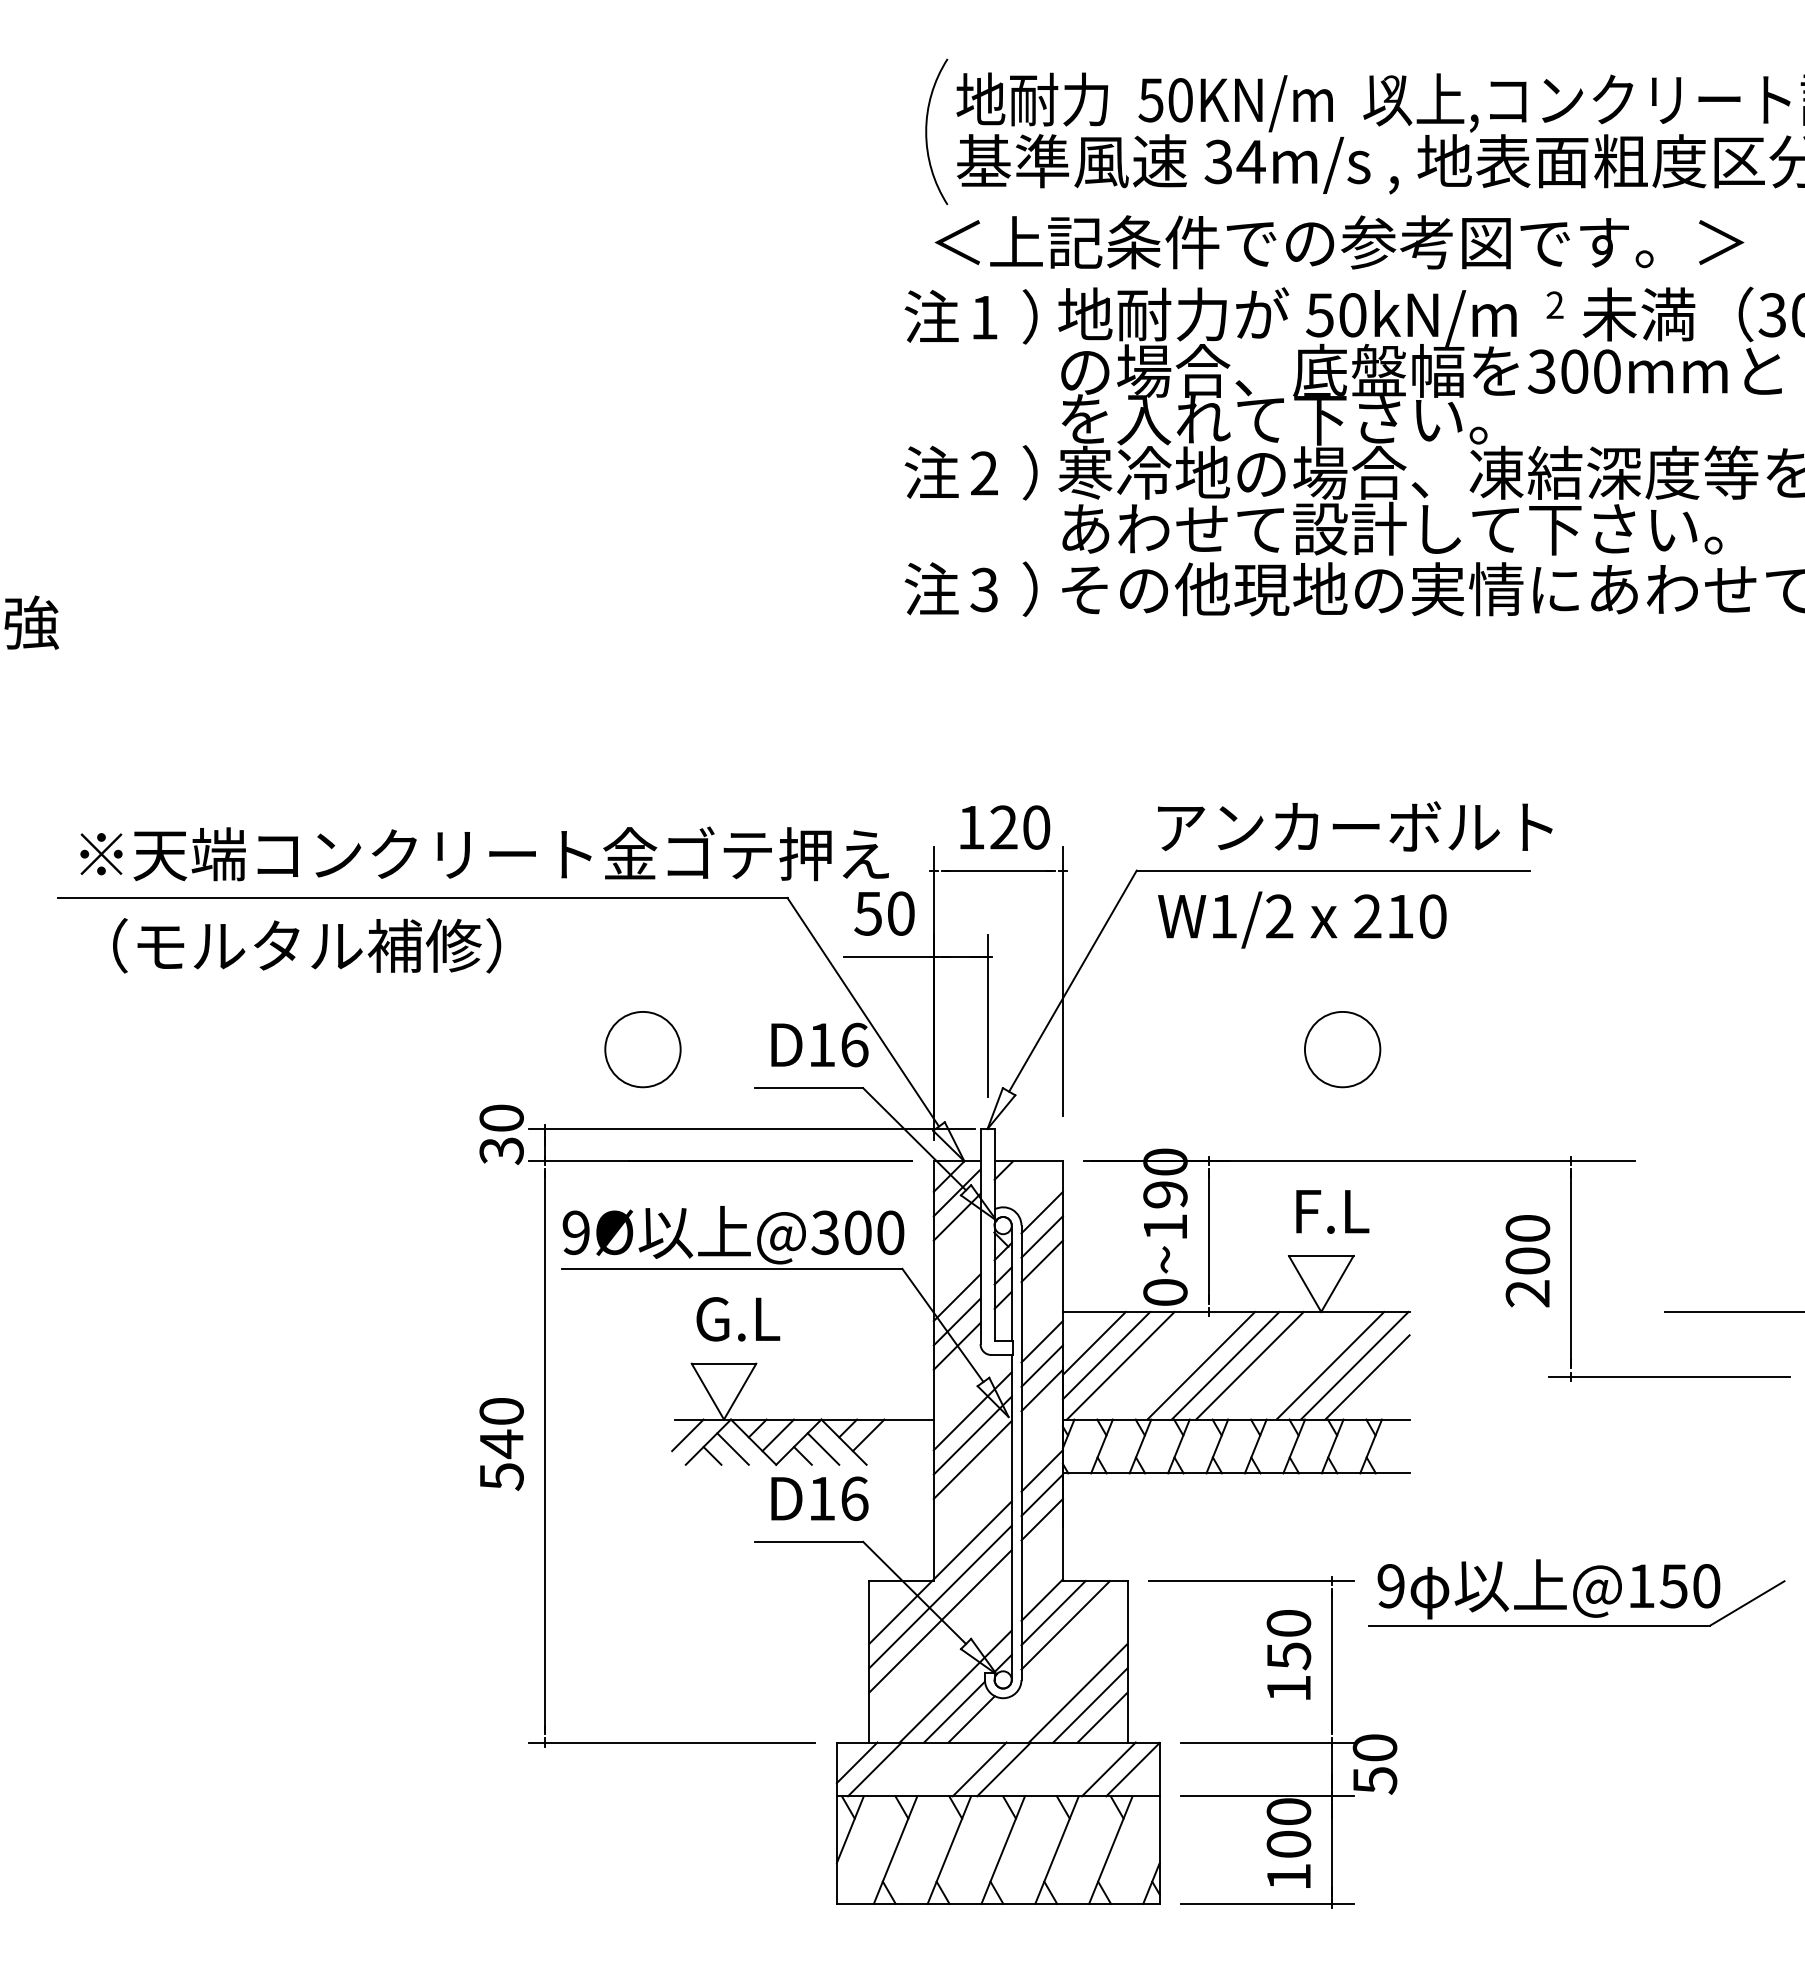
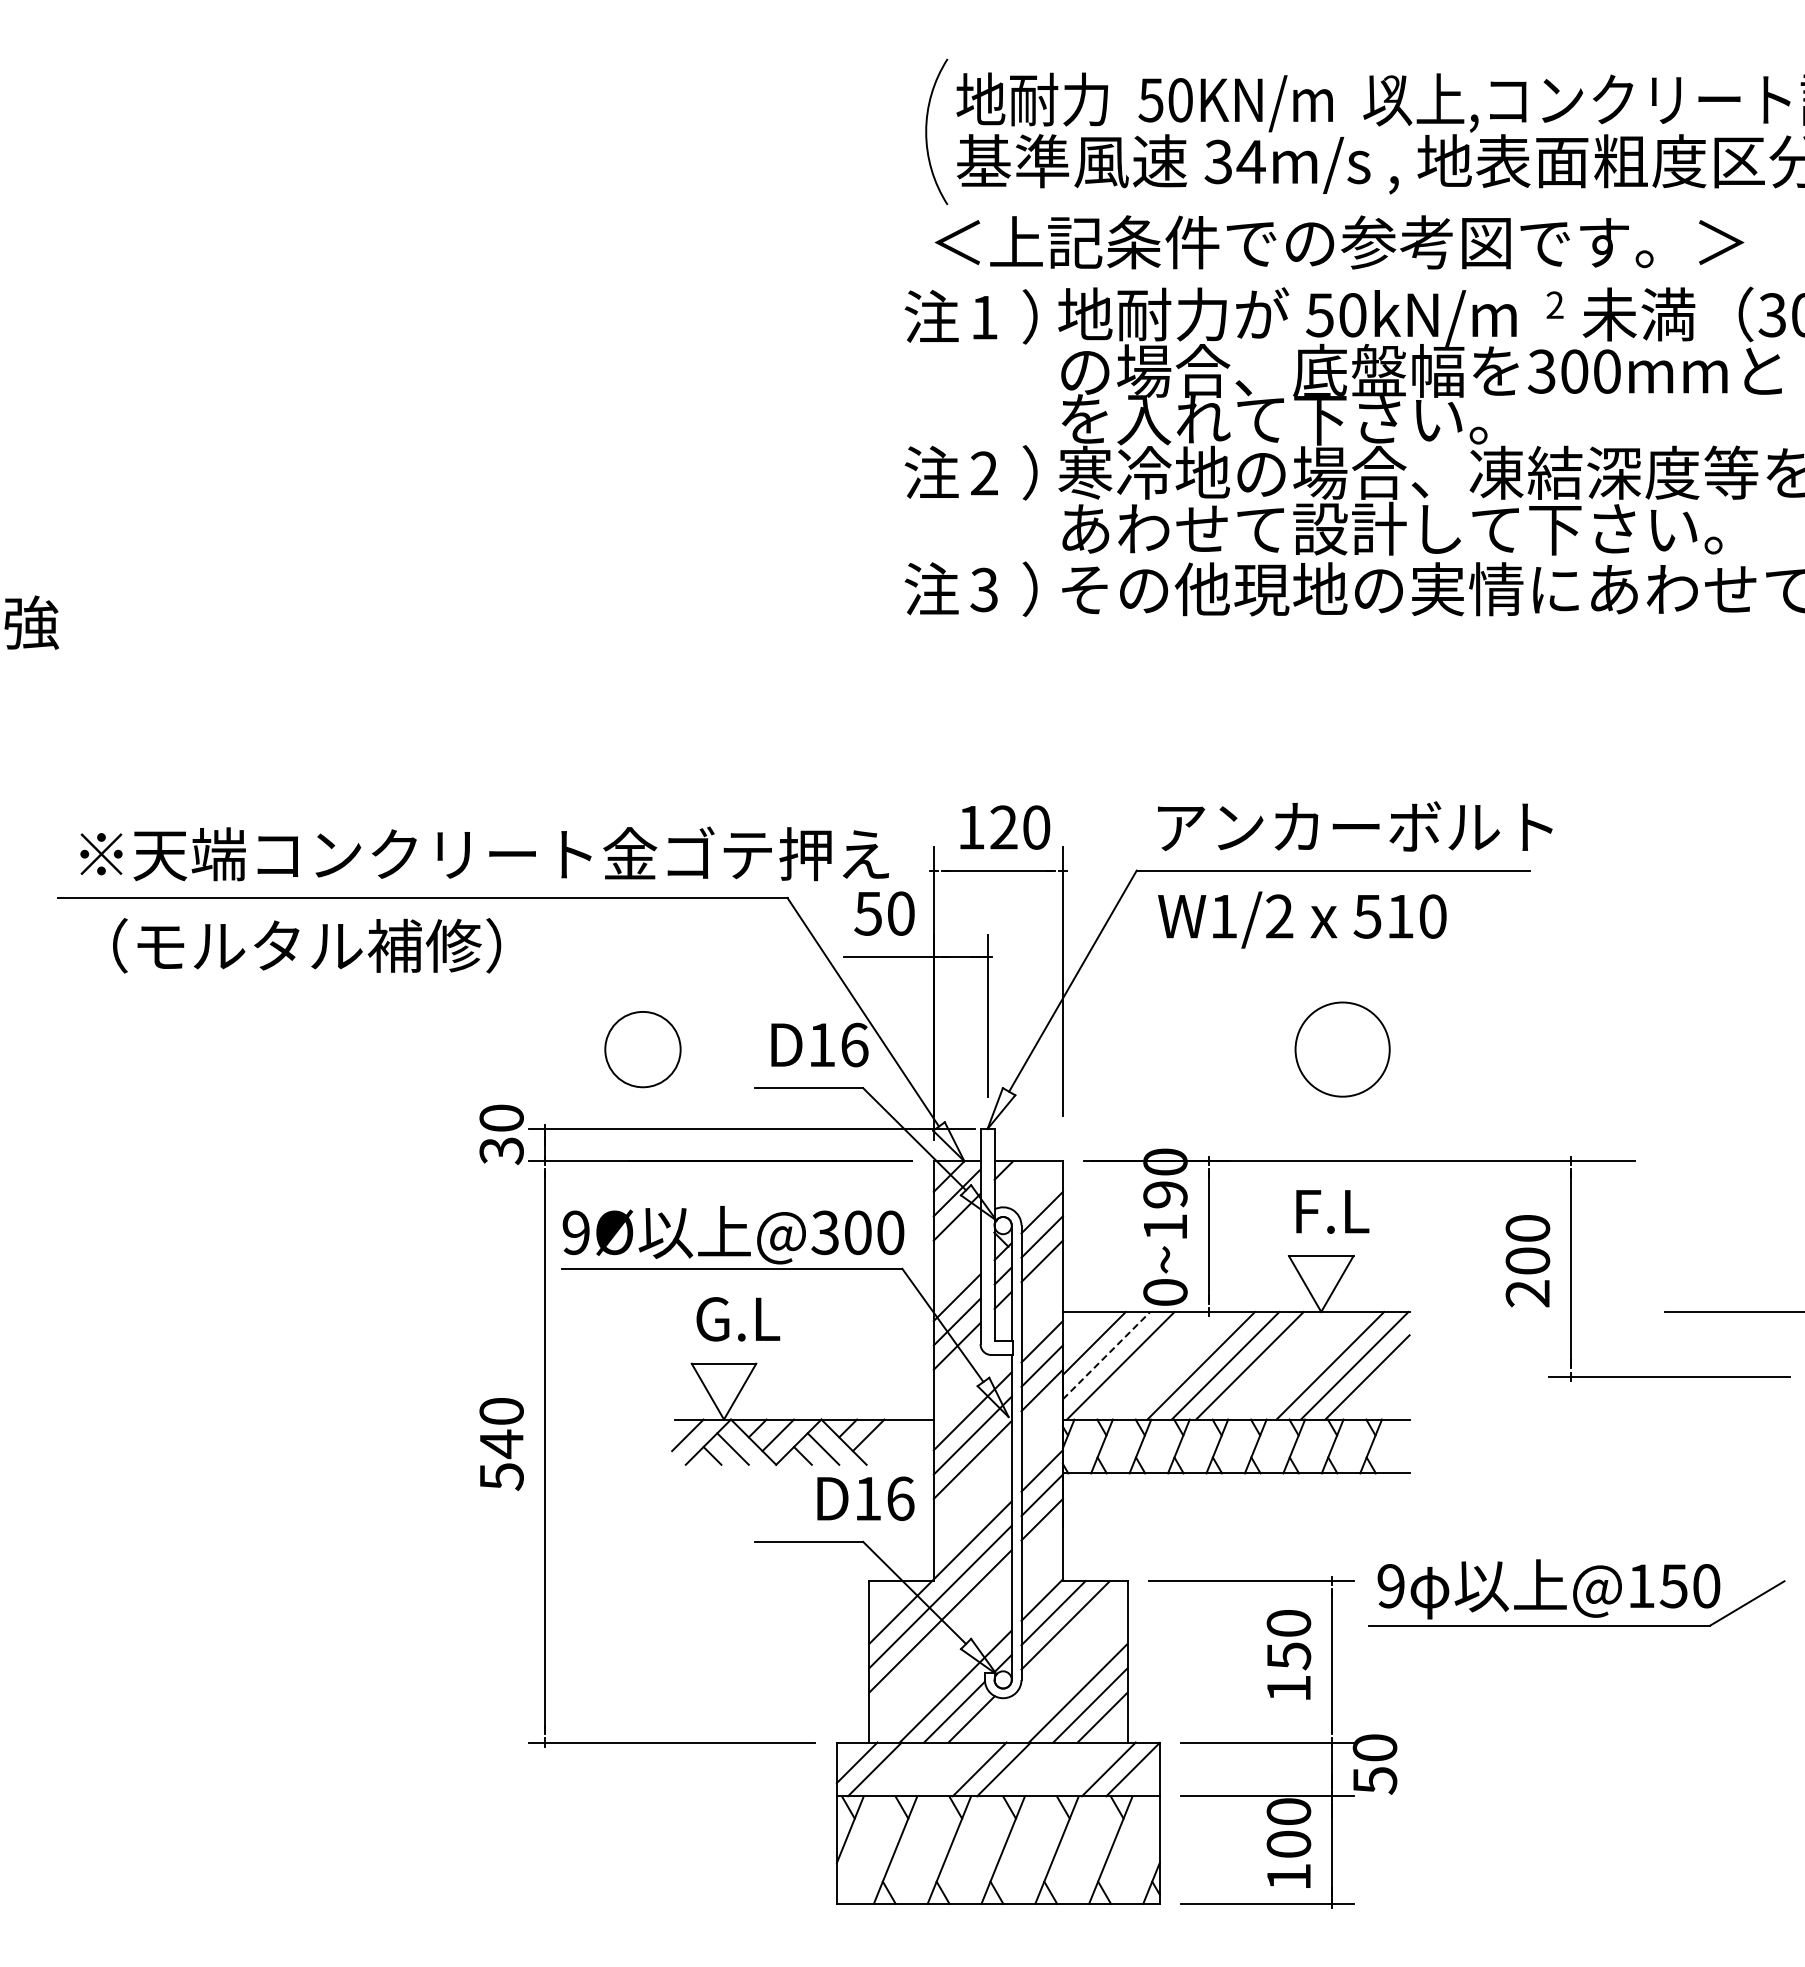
text at (1367, 916): 210 -> 510
circle at (1342, 1049) diameter: 75 px -> 94 px
line at (1106, 1355): solid -> dashed
text at (819, 1498) position: (819, 1498) -> (865, 1498)
